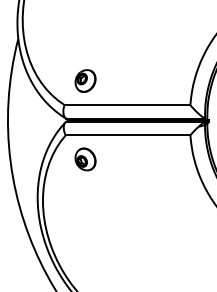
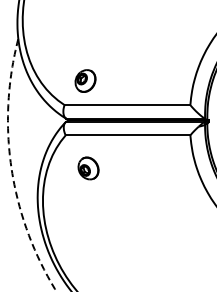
part at (85, 159) position: (85, 159) -> (88, 168)
arc at (11, 169): solid -> dashed
